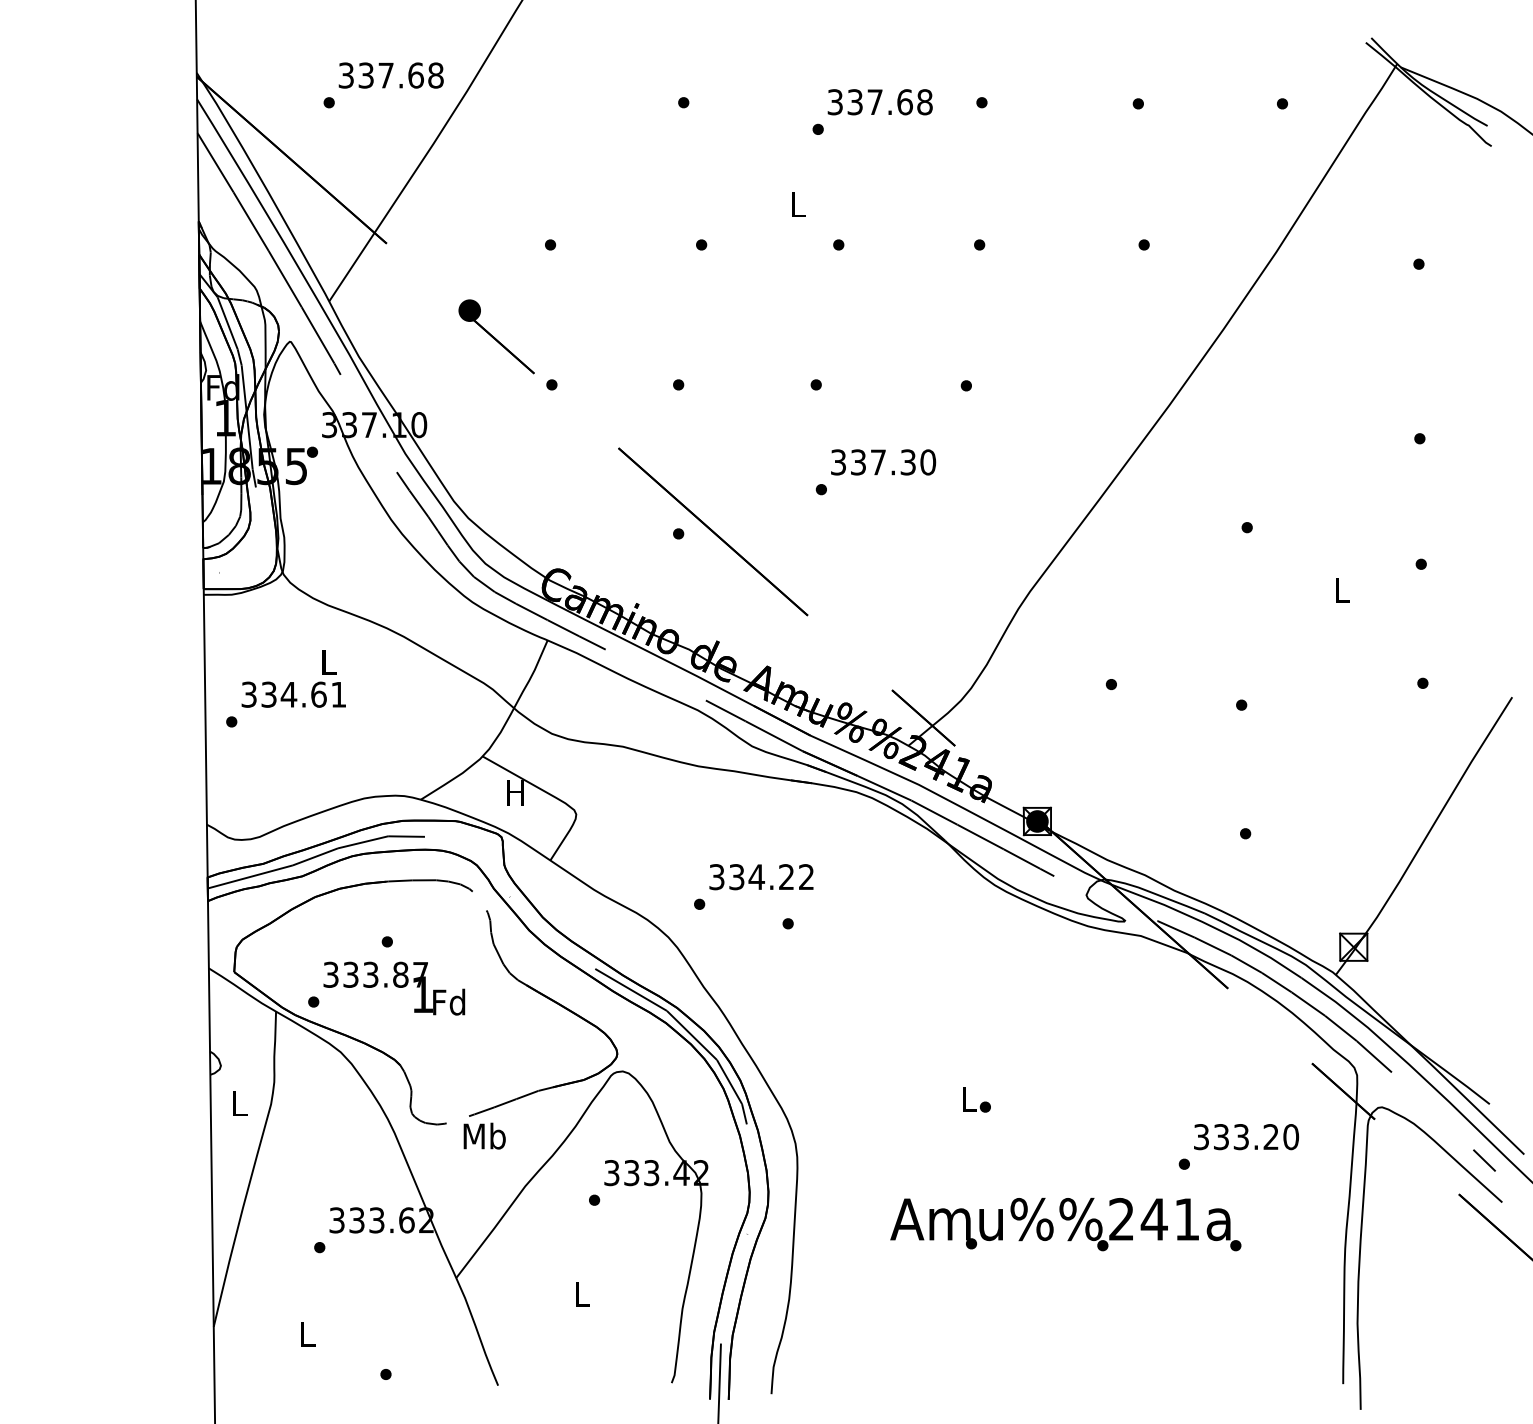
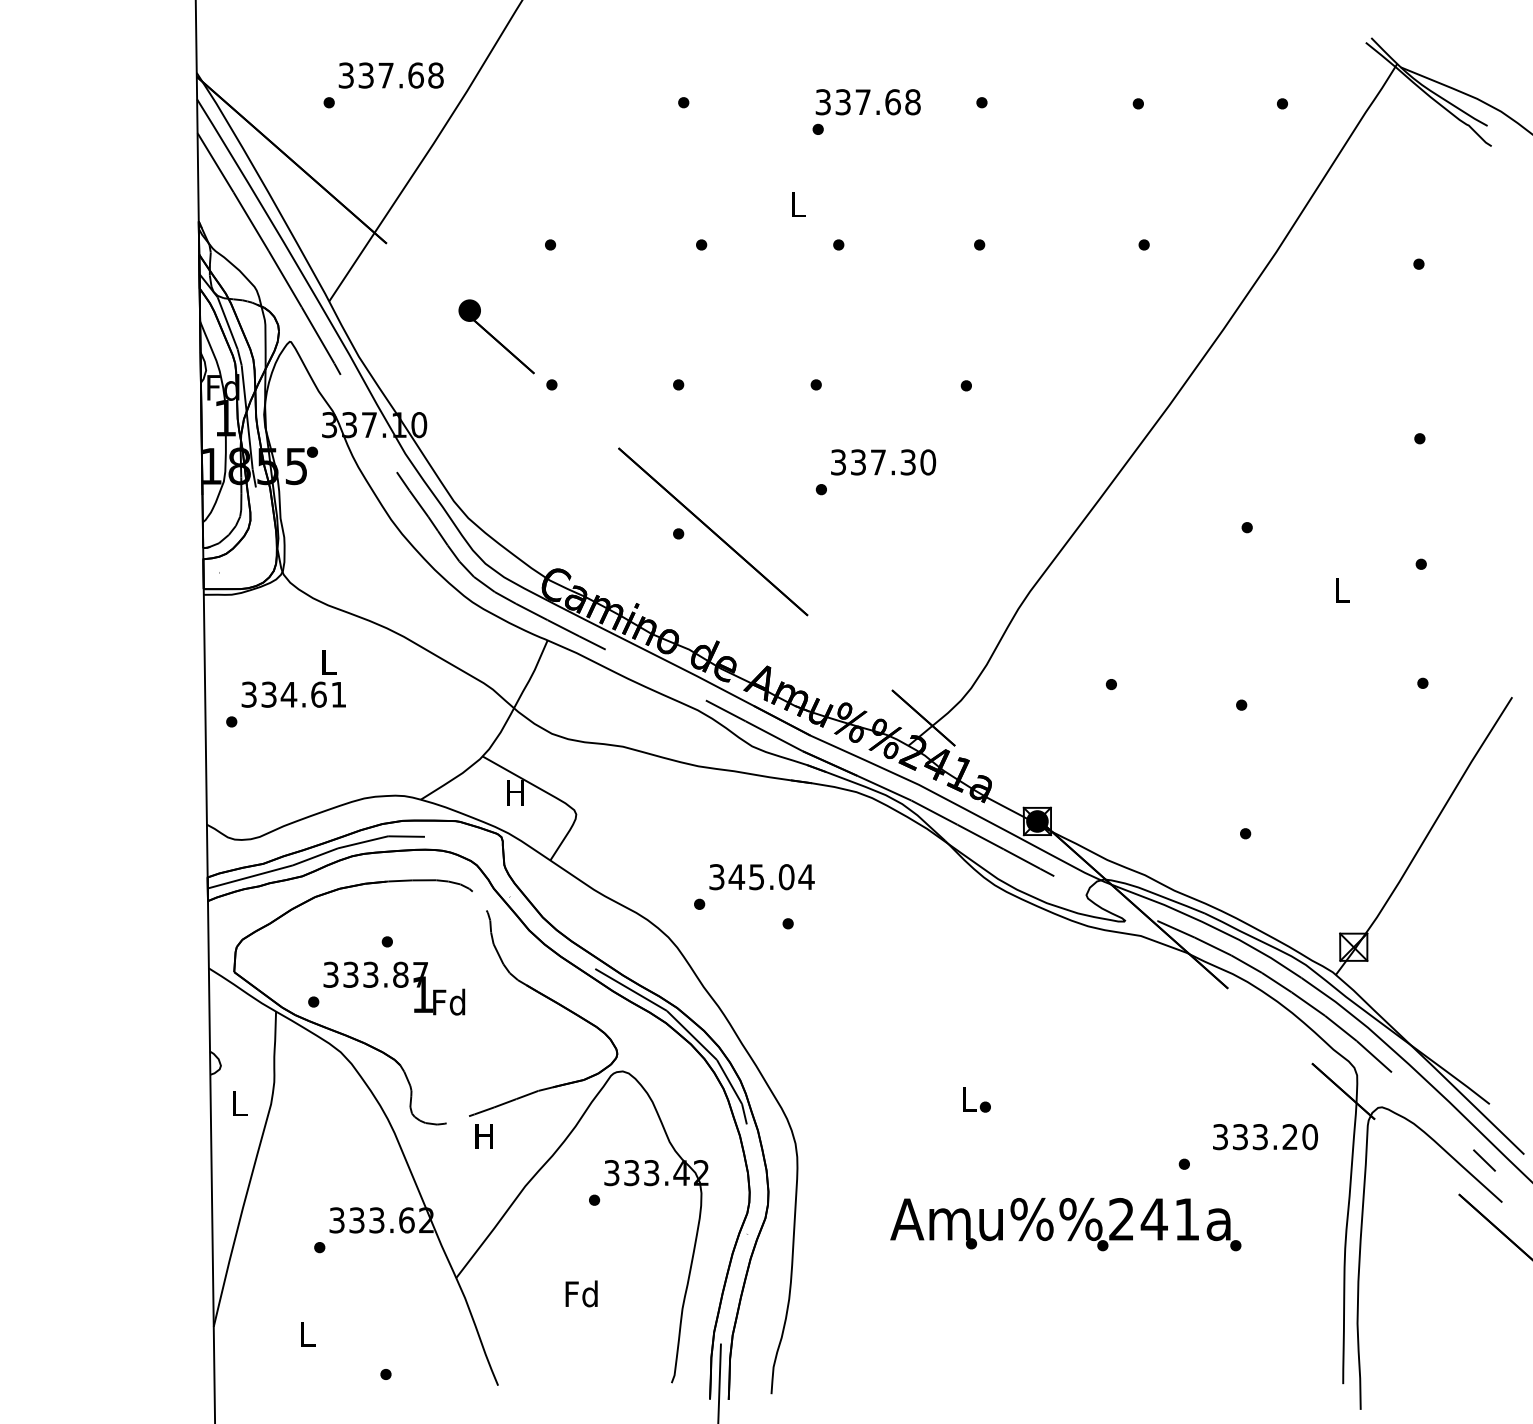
text at (879, 102) position: (879, 102) -> (867, 102)
text at (771, 877): 334.22 -> 345.04
text at (484, 1135): Mb -> H
text at (1246, 1137) position: (1246, 1137) -> (1265, 1137)
text at (581, 1293): L -> Fd
